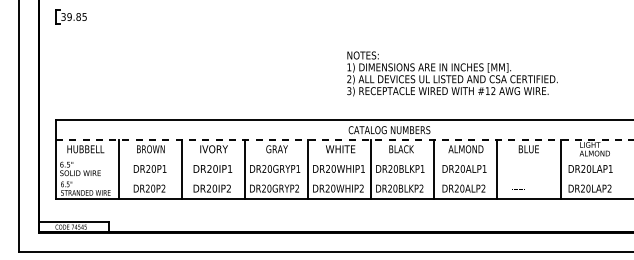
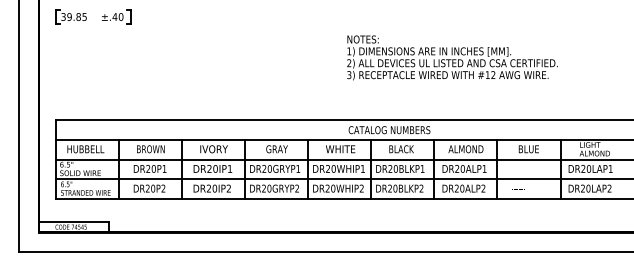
part at (116, 16): none -> present
text at (452, 73) position: (452, 73) -> (452, 57)
line at (344, 139): dashed -> solid
line at (342, 159): none -> present
line at (342, 179): none -> present
